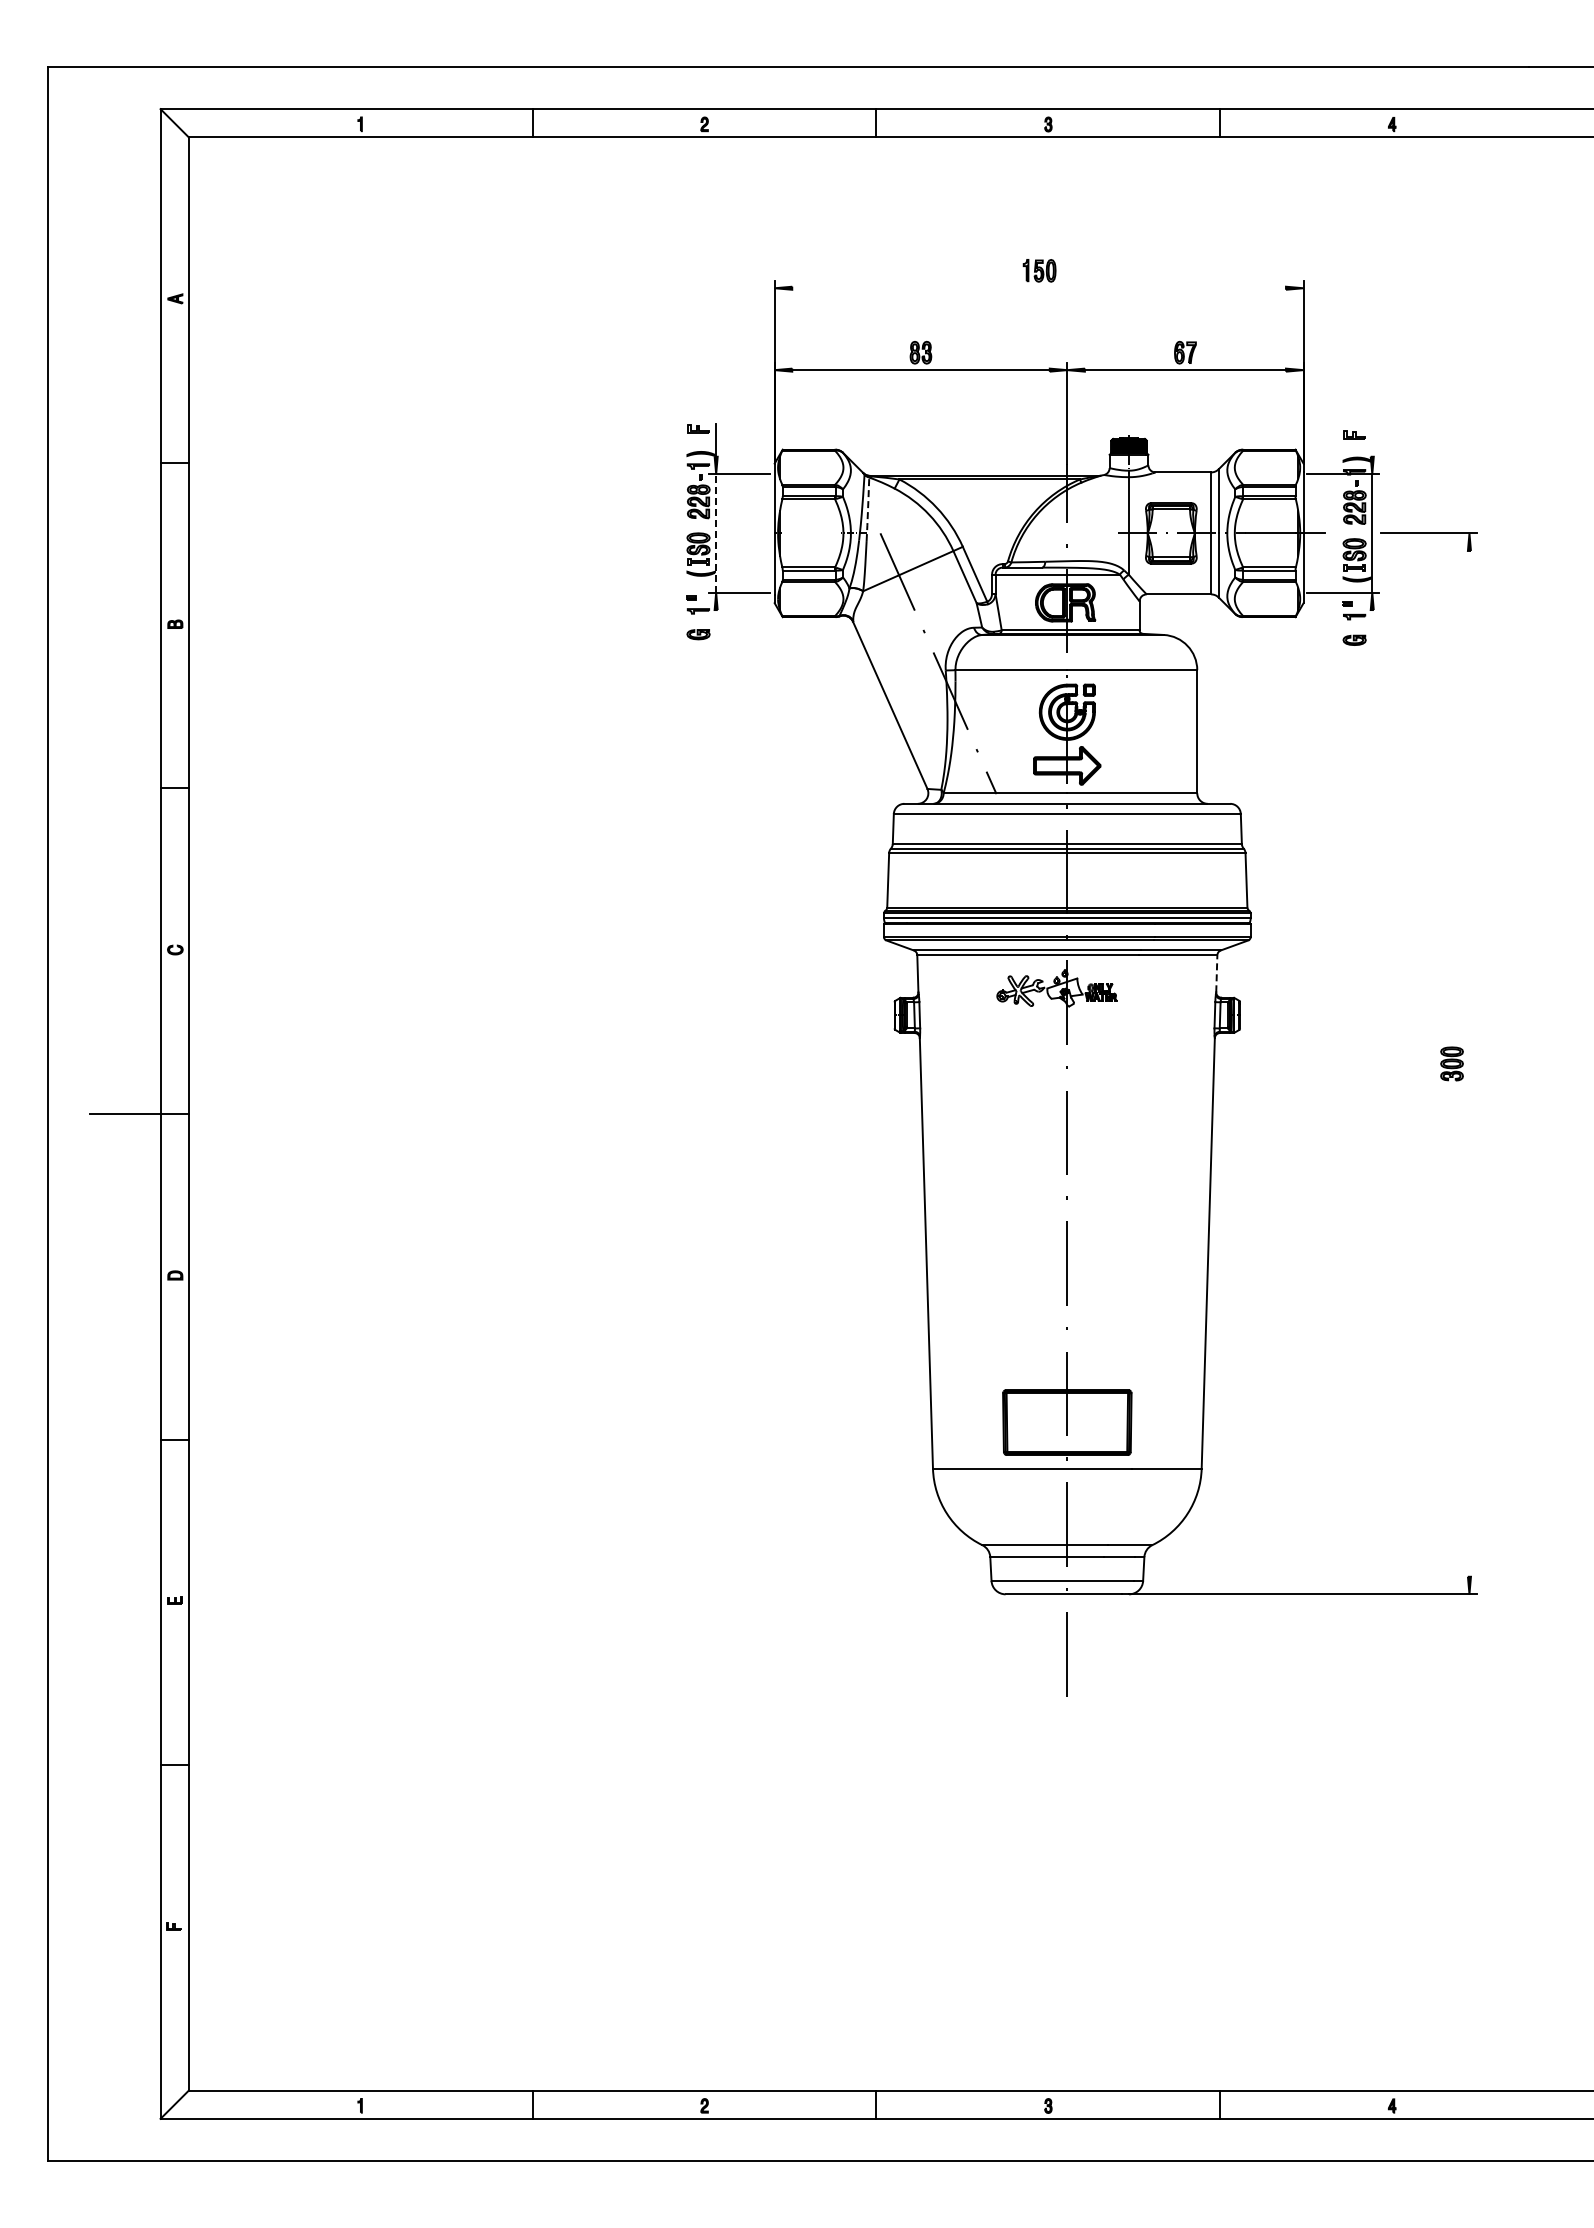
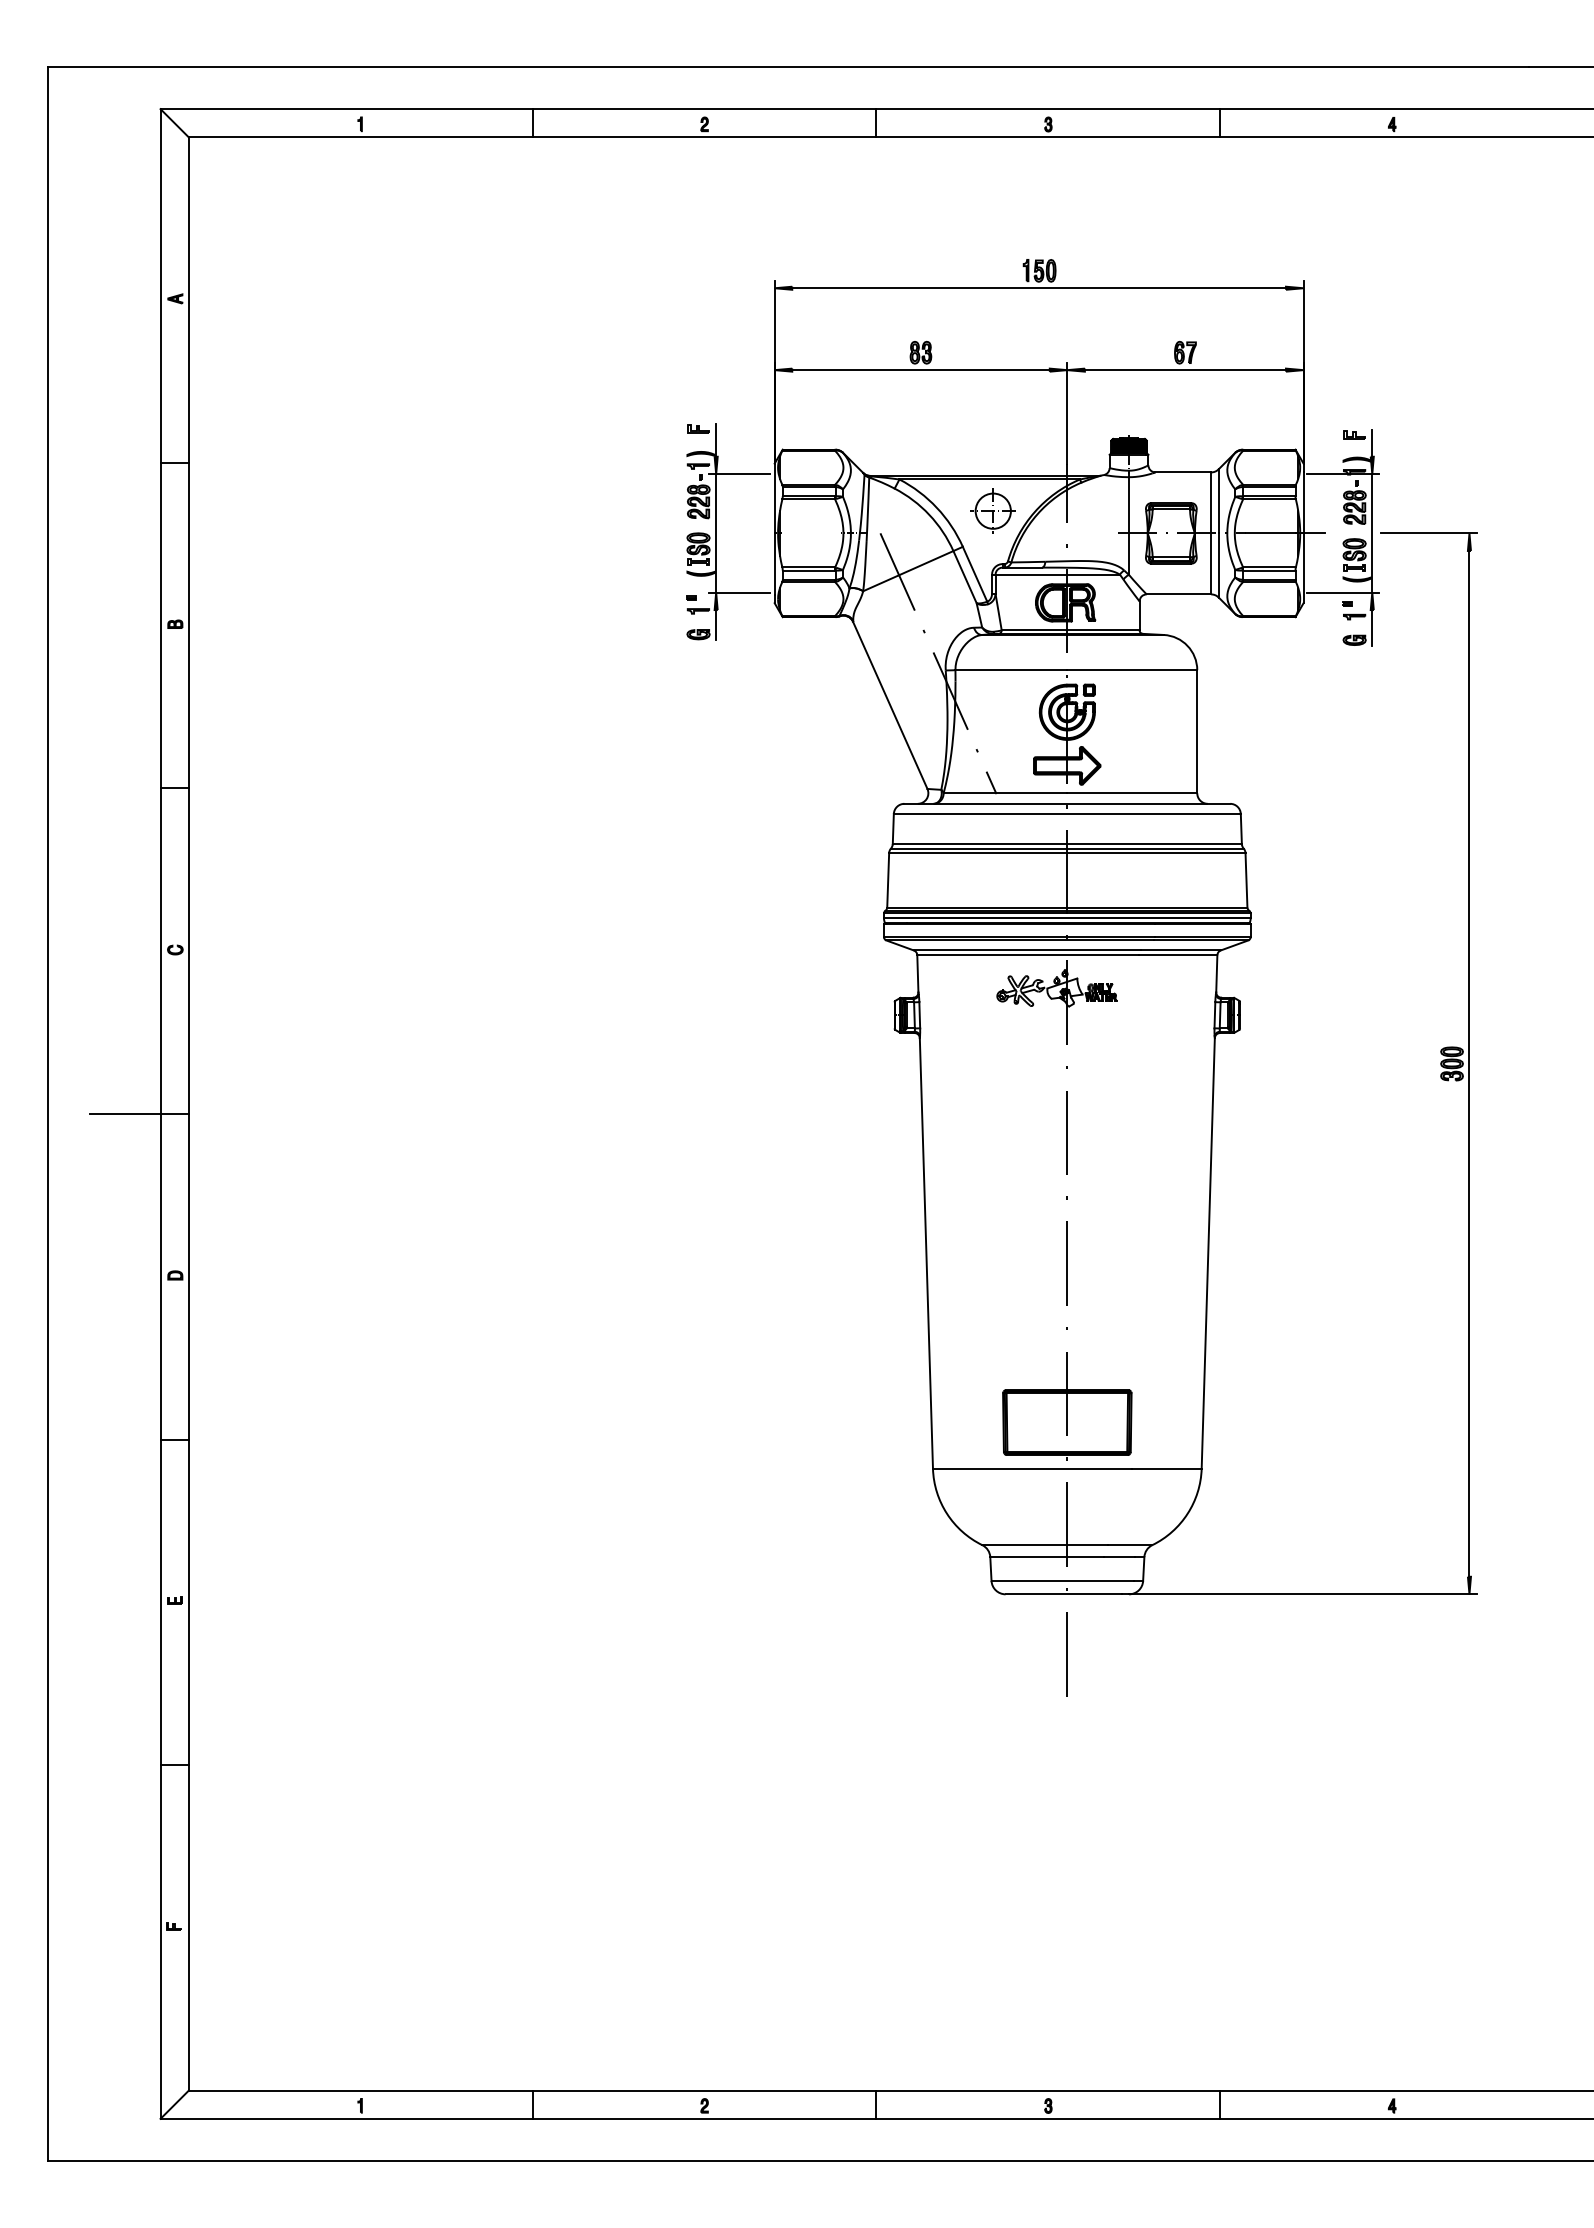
line at (1039, 288): none -> present
line at (1372, 442): none -> present
line at (868, 509): dashed -> solid
part at (992, 510): none -> present
line at (716, 532): dashed -> solid
line at (716, 625): none -> present
line at (1372, 627): none -> present
line at (1216, 973): dashed -> solid
line at (1469, 1063): none -> present
